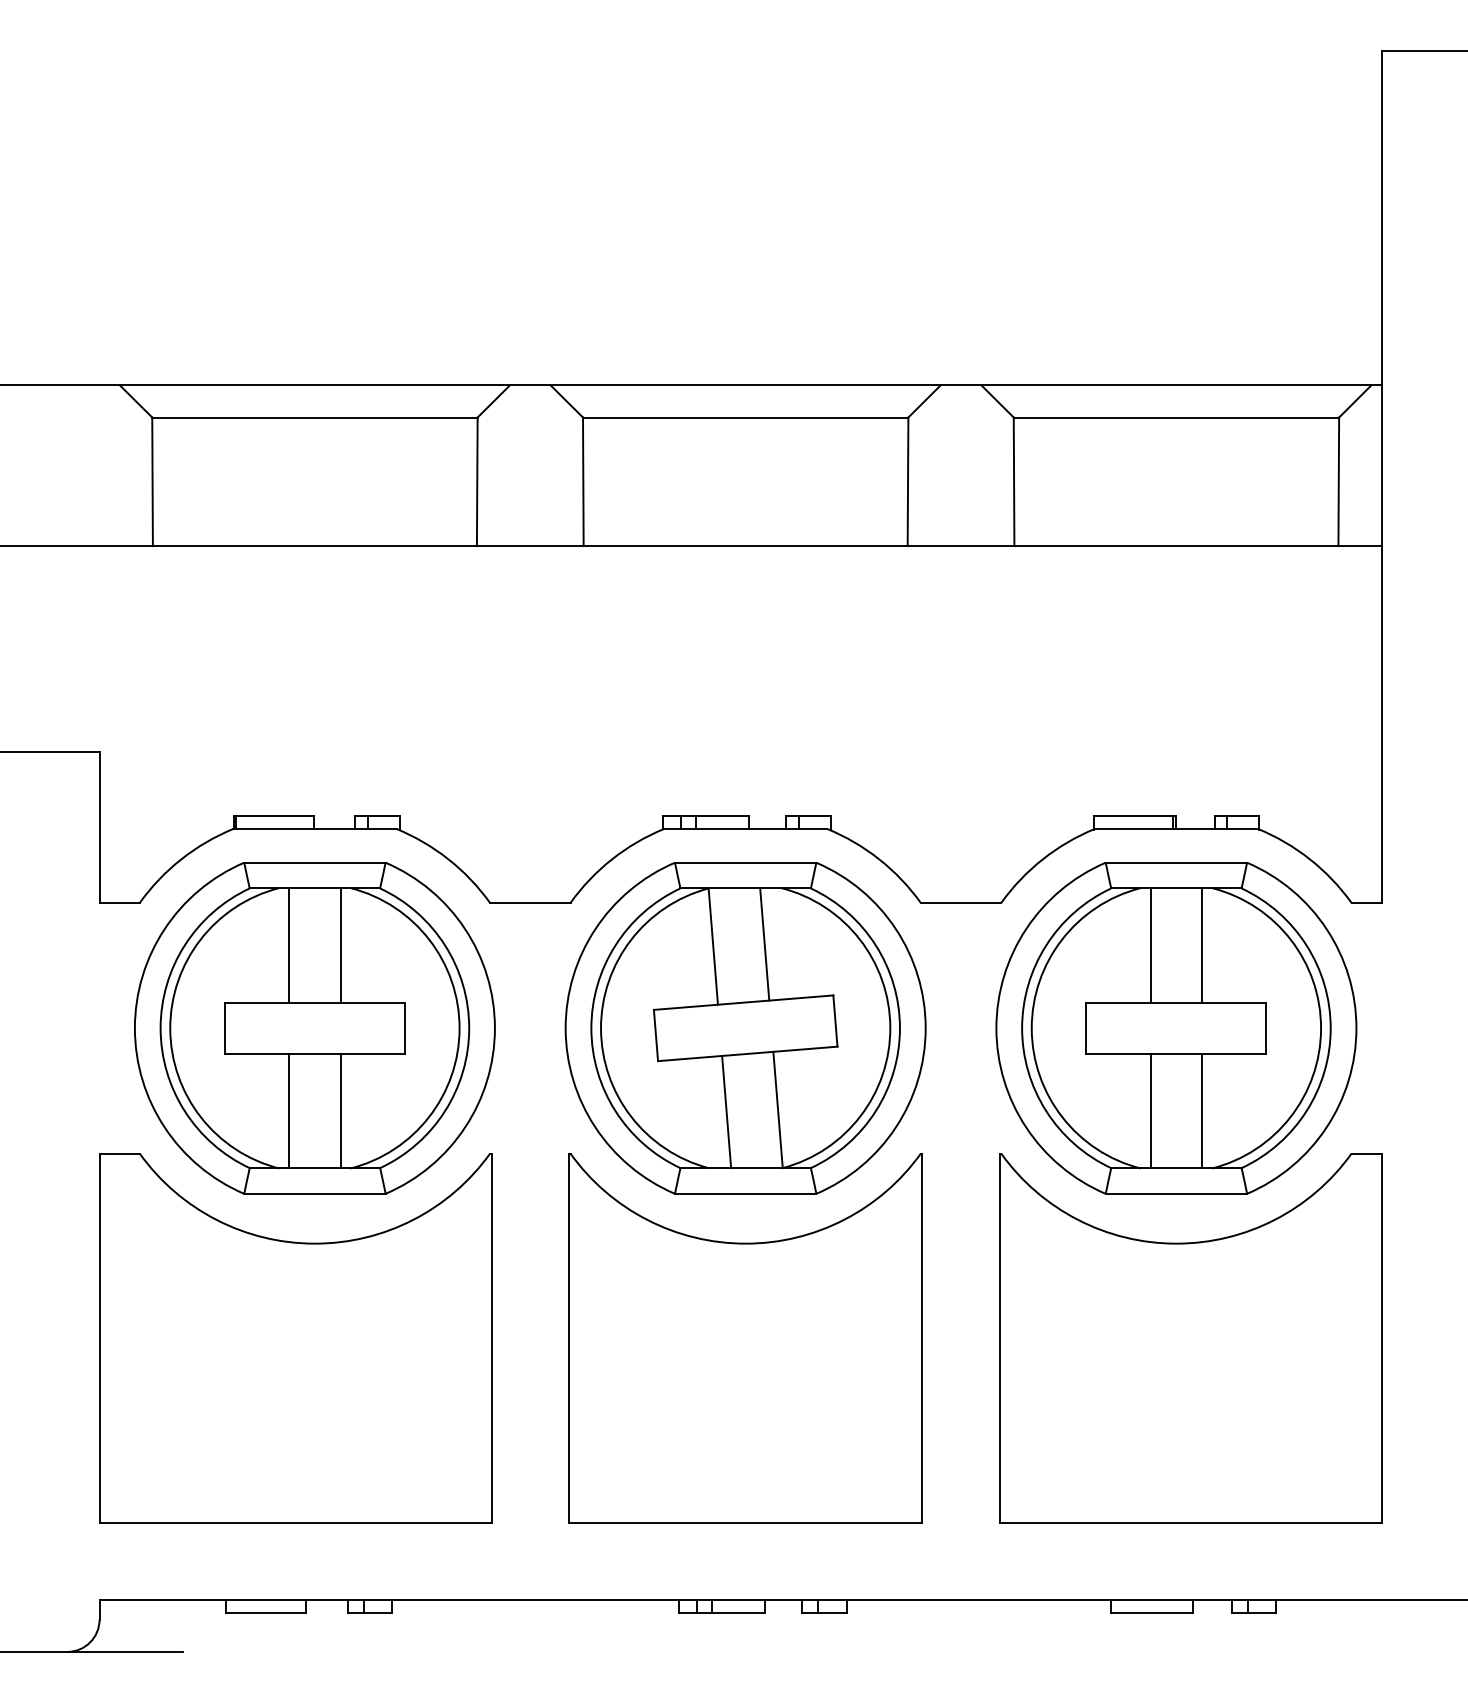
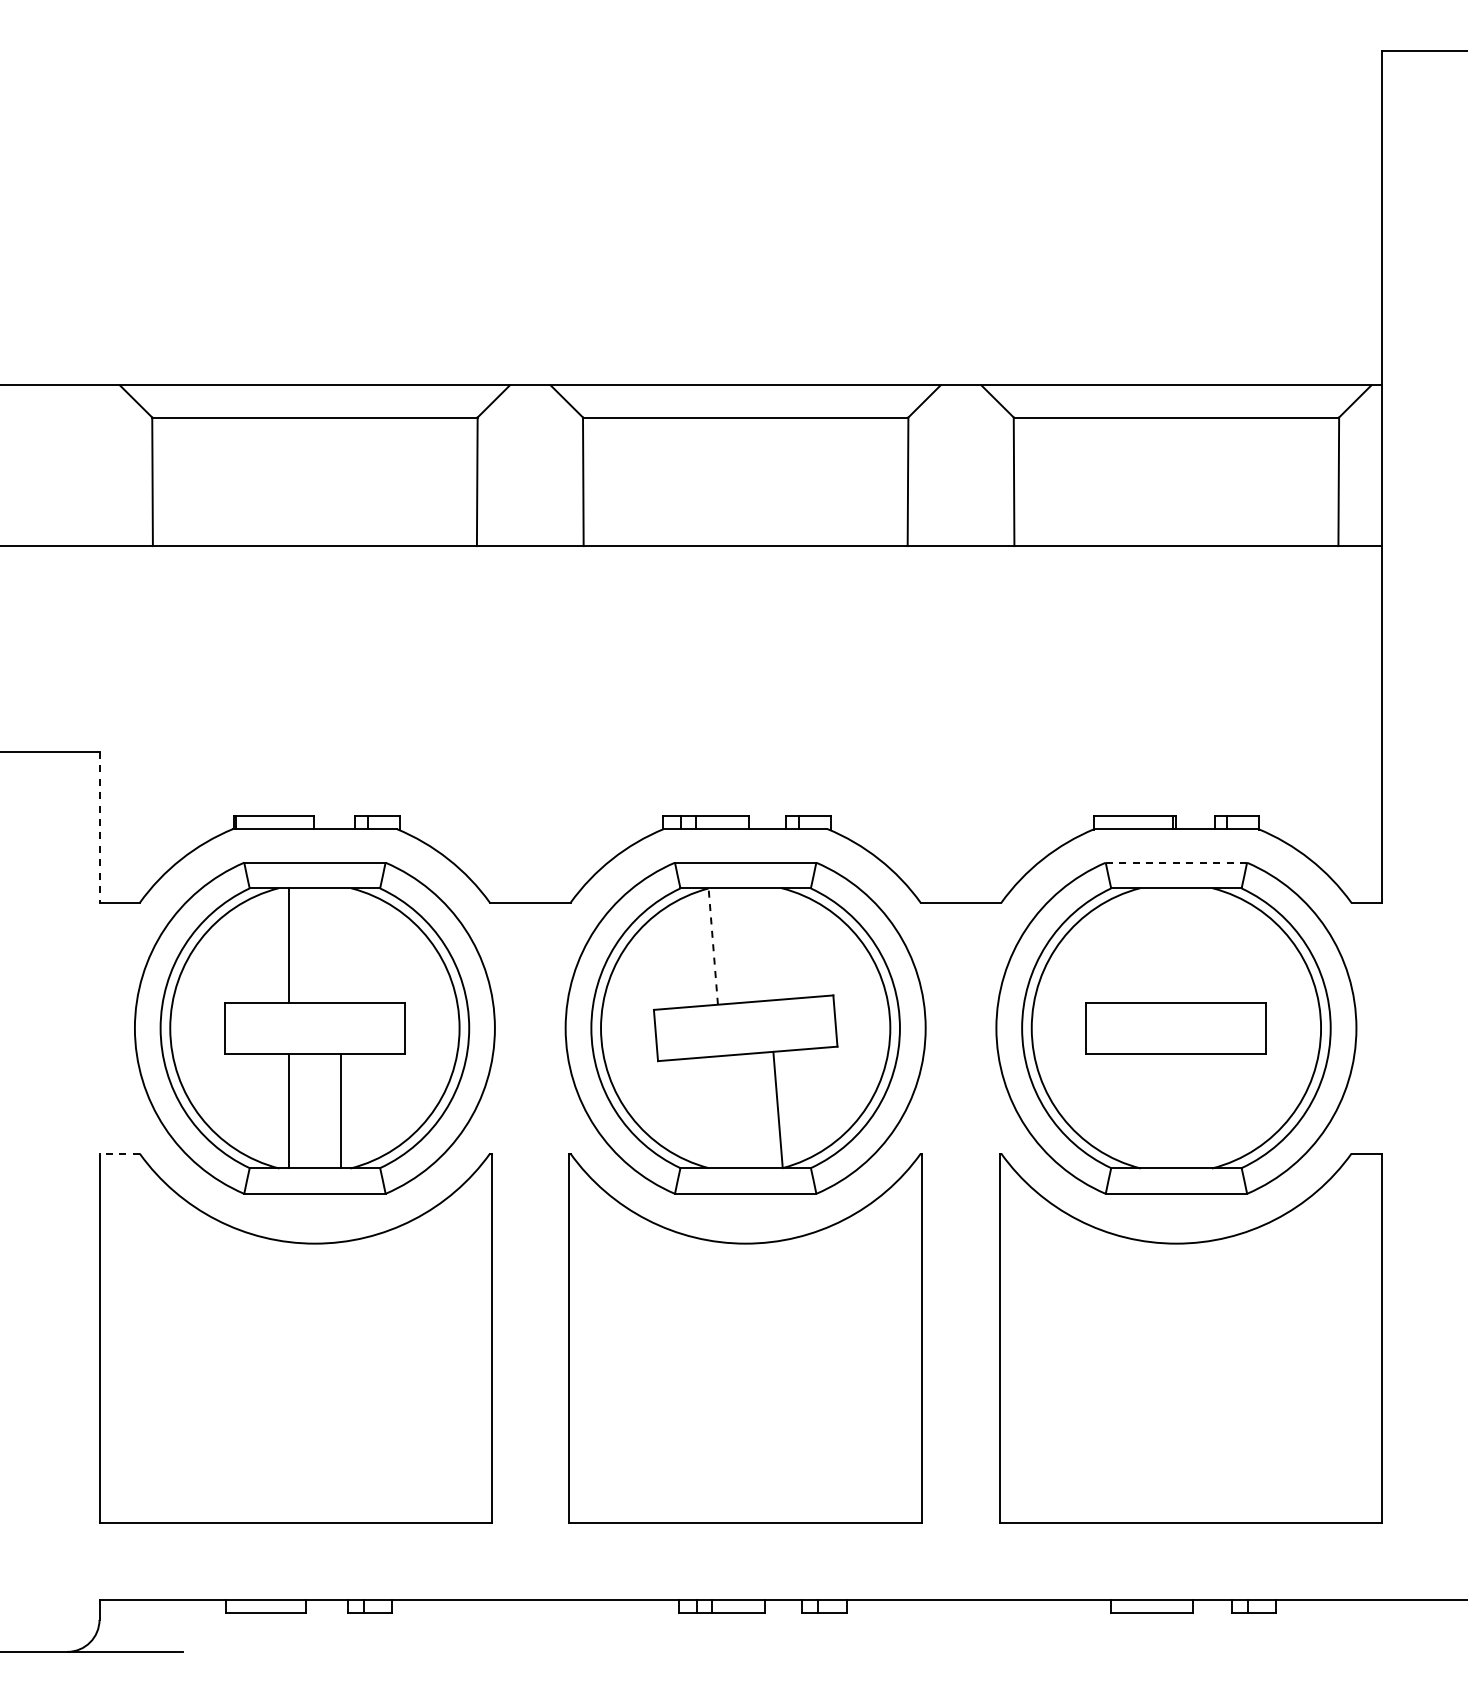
line at (99, 827): solid -> dashed
line at (1176, 862): solid -> dashed
line at (764, 944): present -> none
line at (340, 945): present -> none
line at (1150, 945): present -> none
line at (1202, 945): present -> none
line at (713, 946): solid -> dashed
line at (1150, 1111): present -> none
line at (1202, 1111): present -> none
line at (726, 1112): present -> none
line at (119, 1153): solid -> dashed
